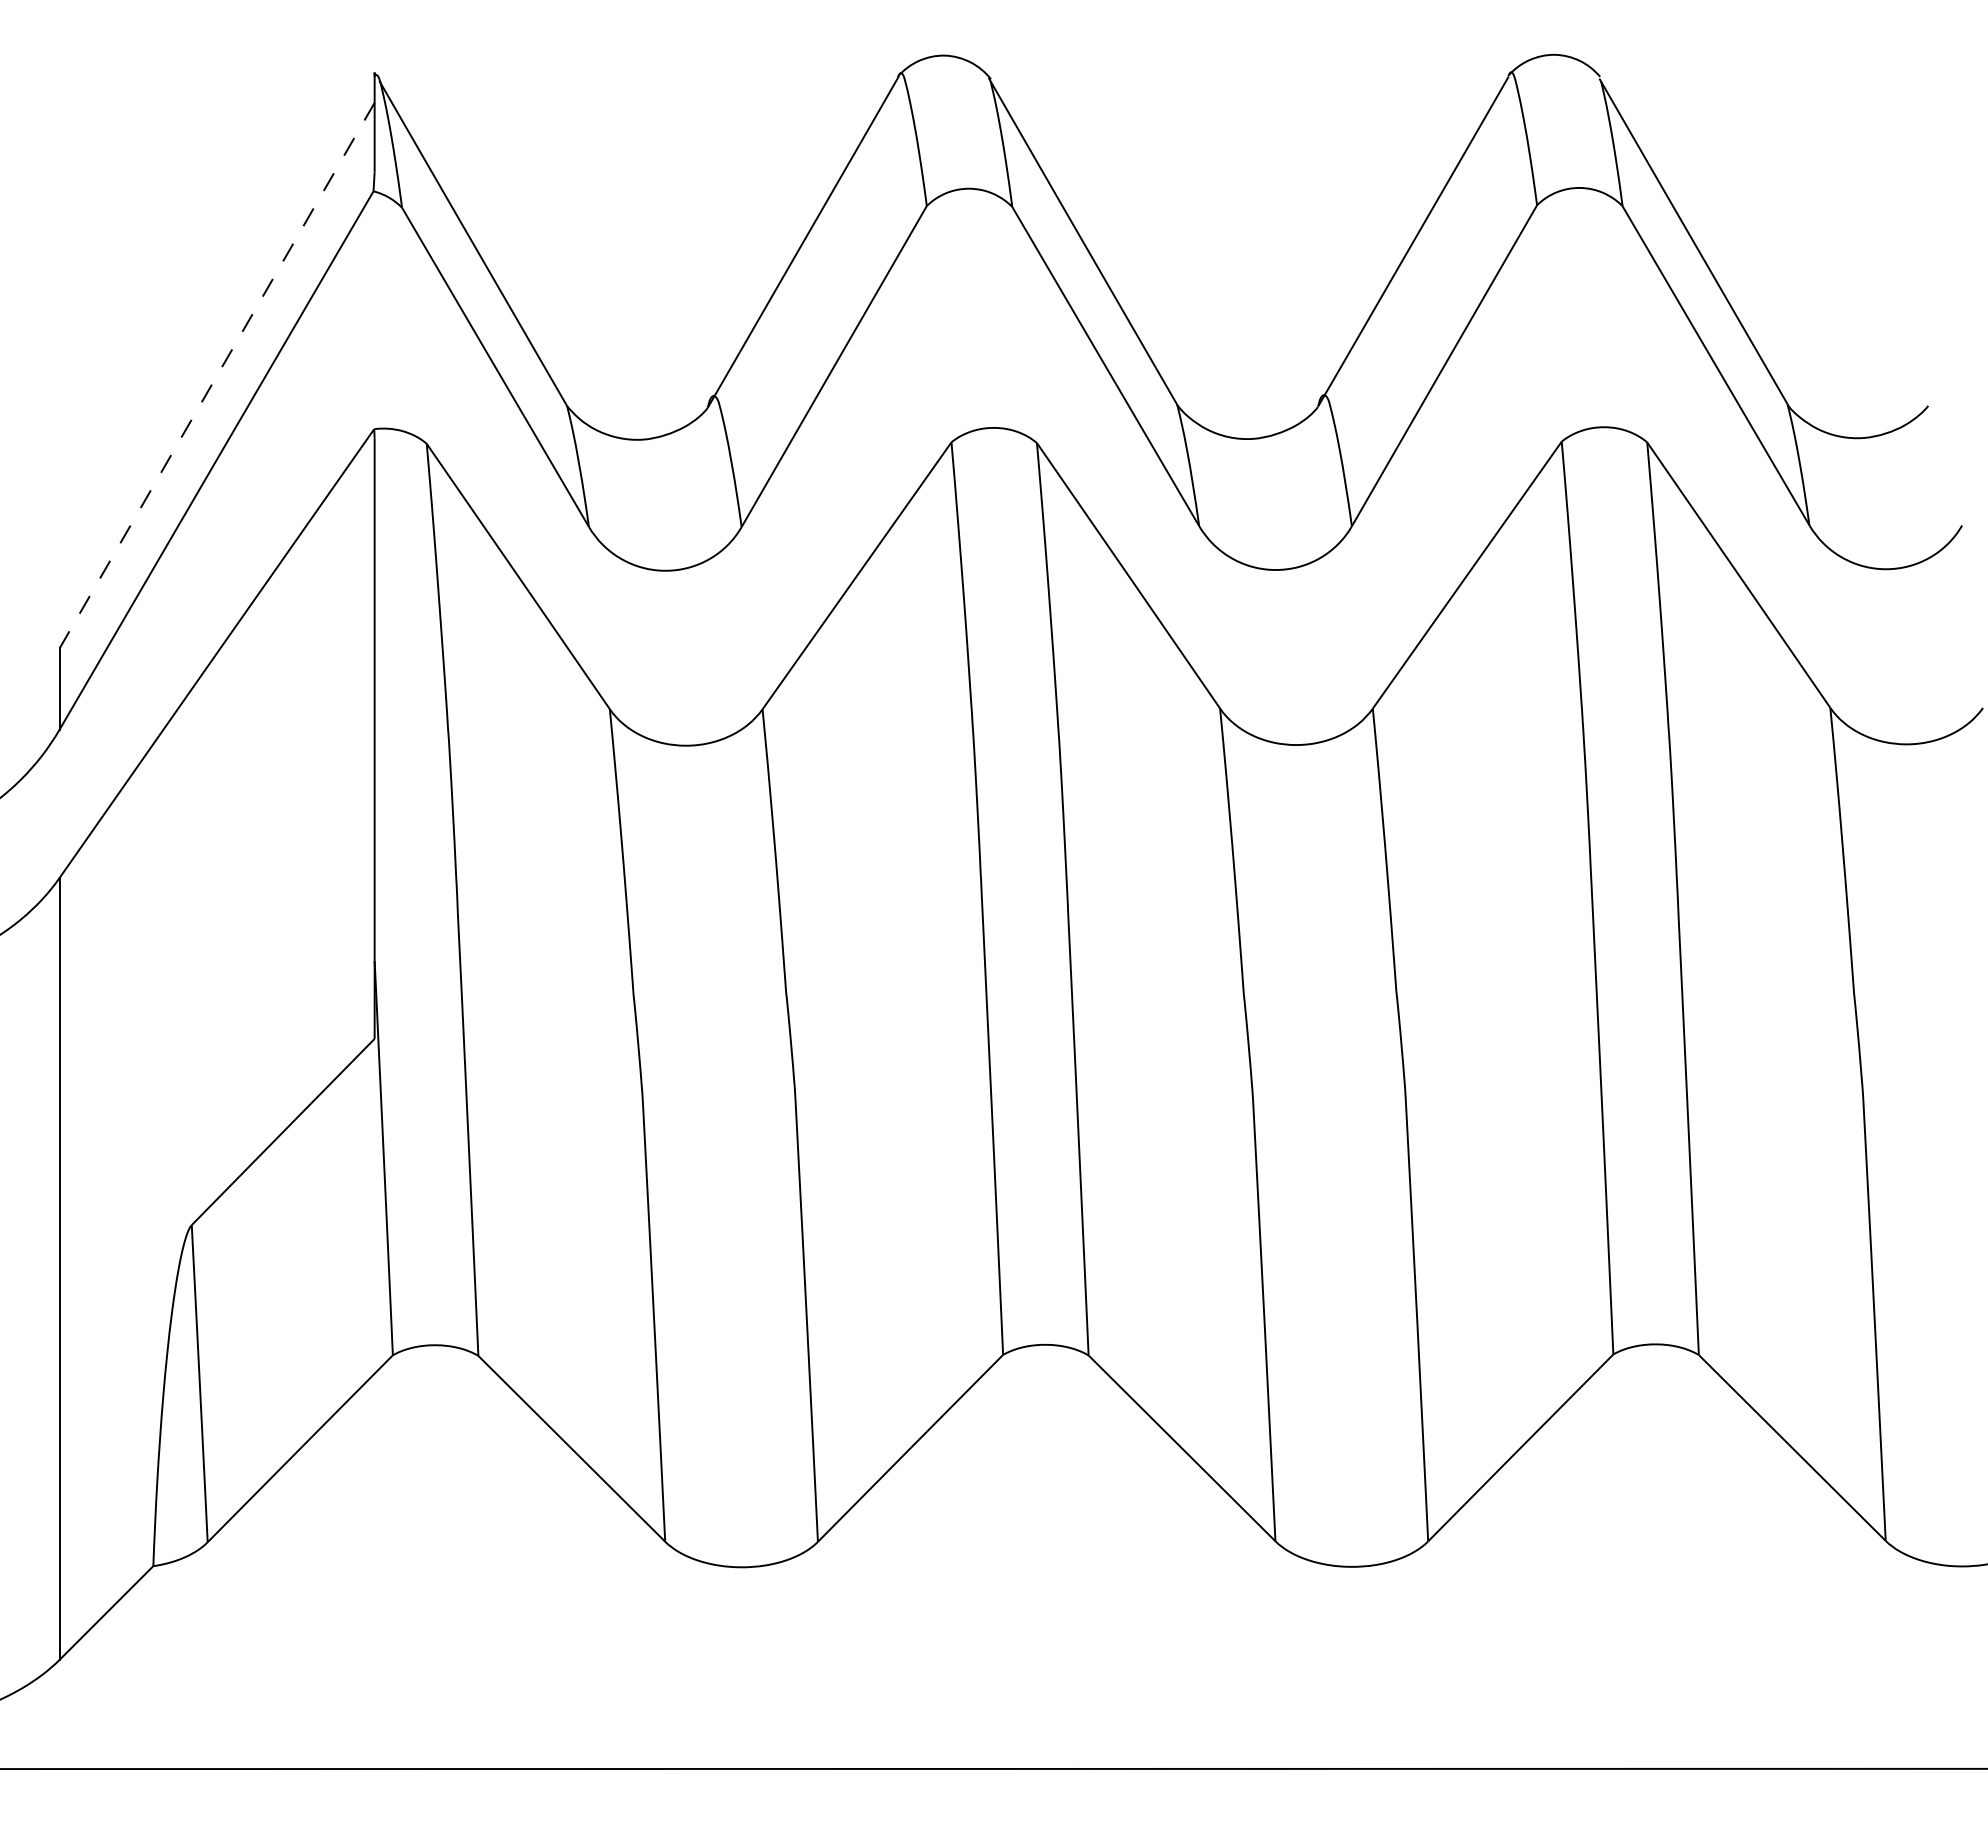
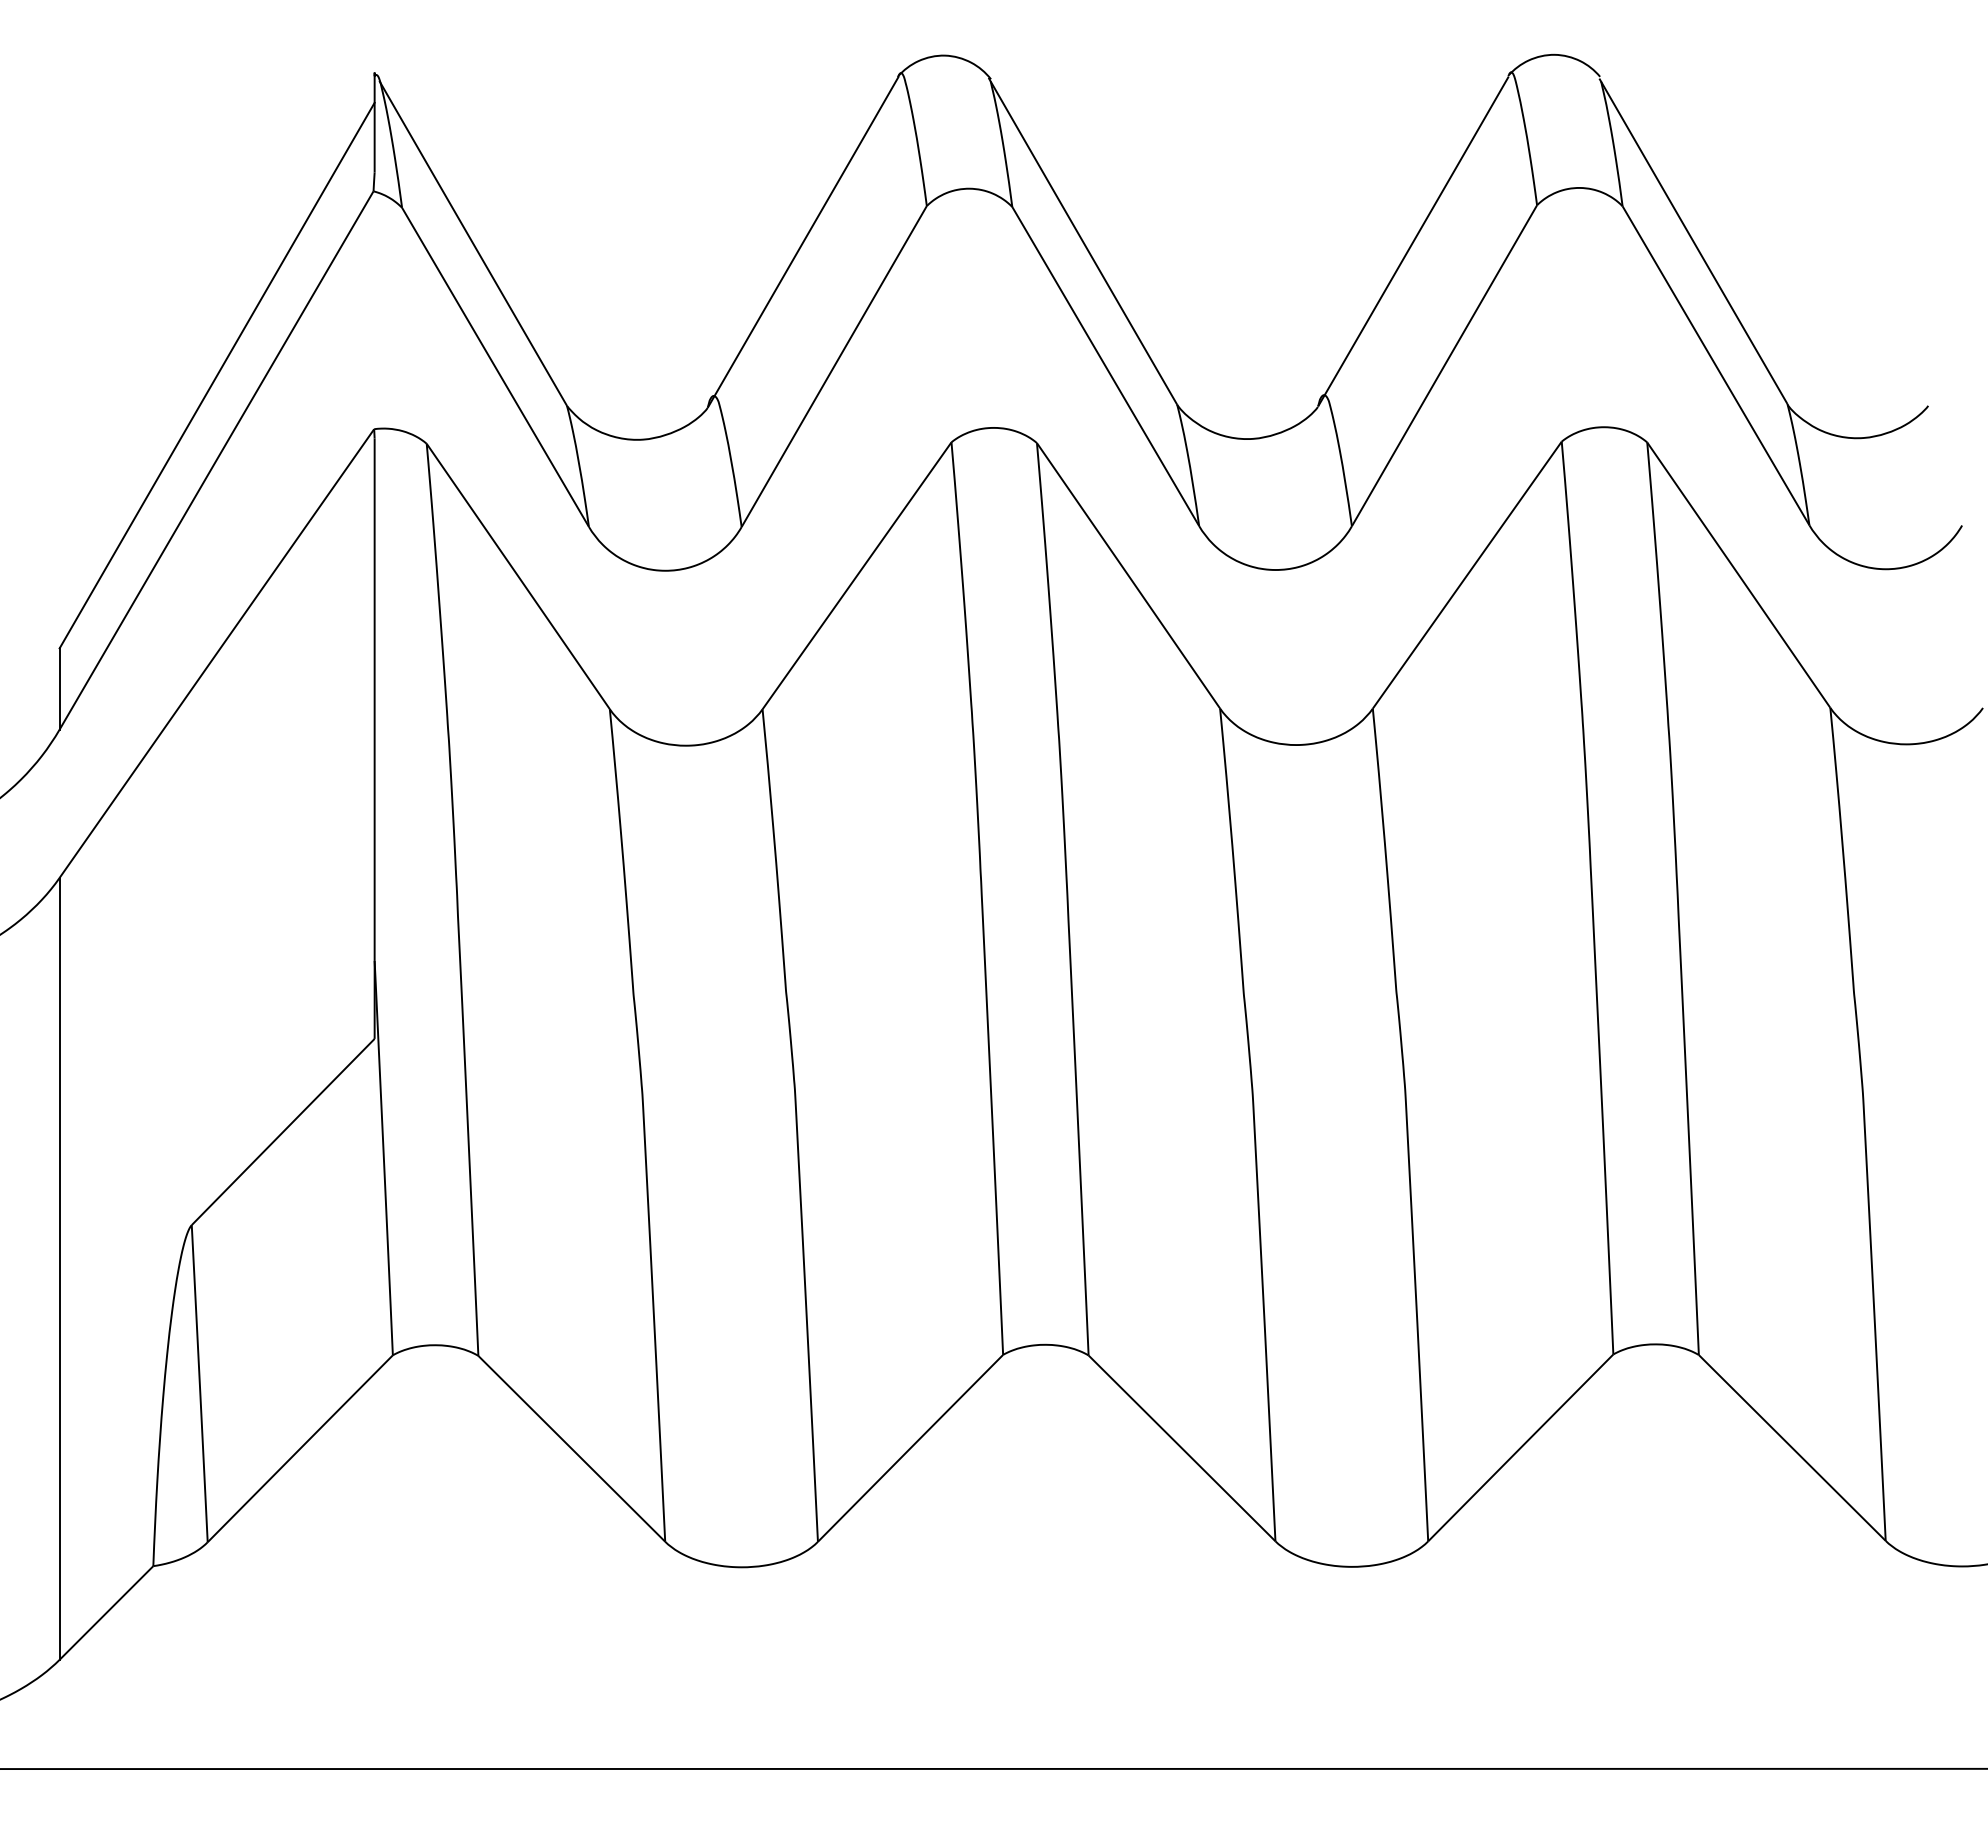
line at (216, 376): dashed -> solid
